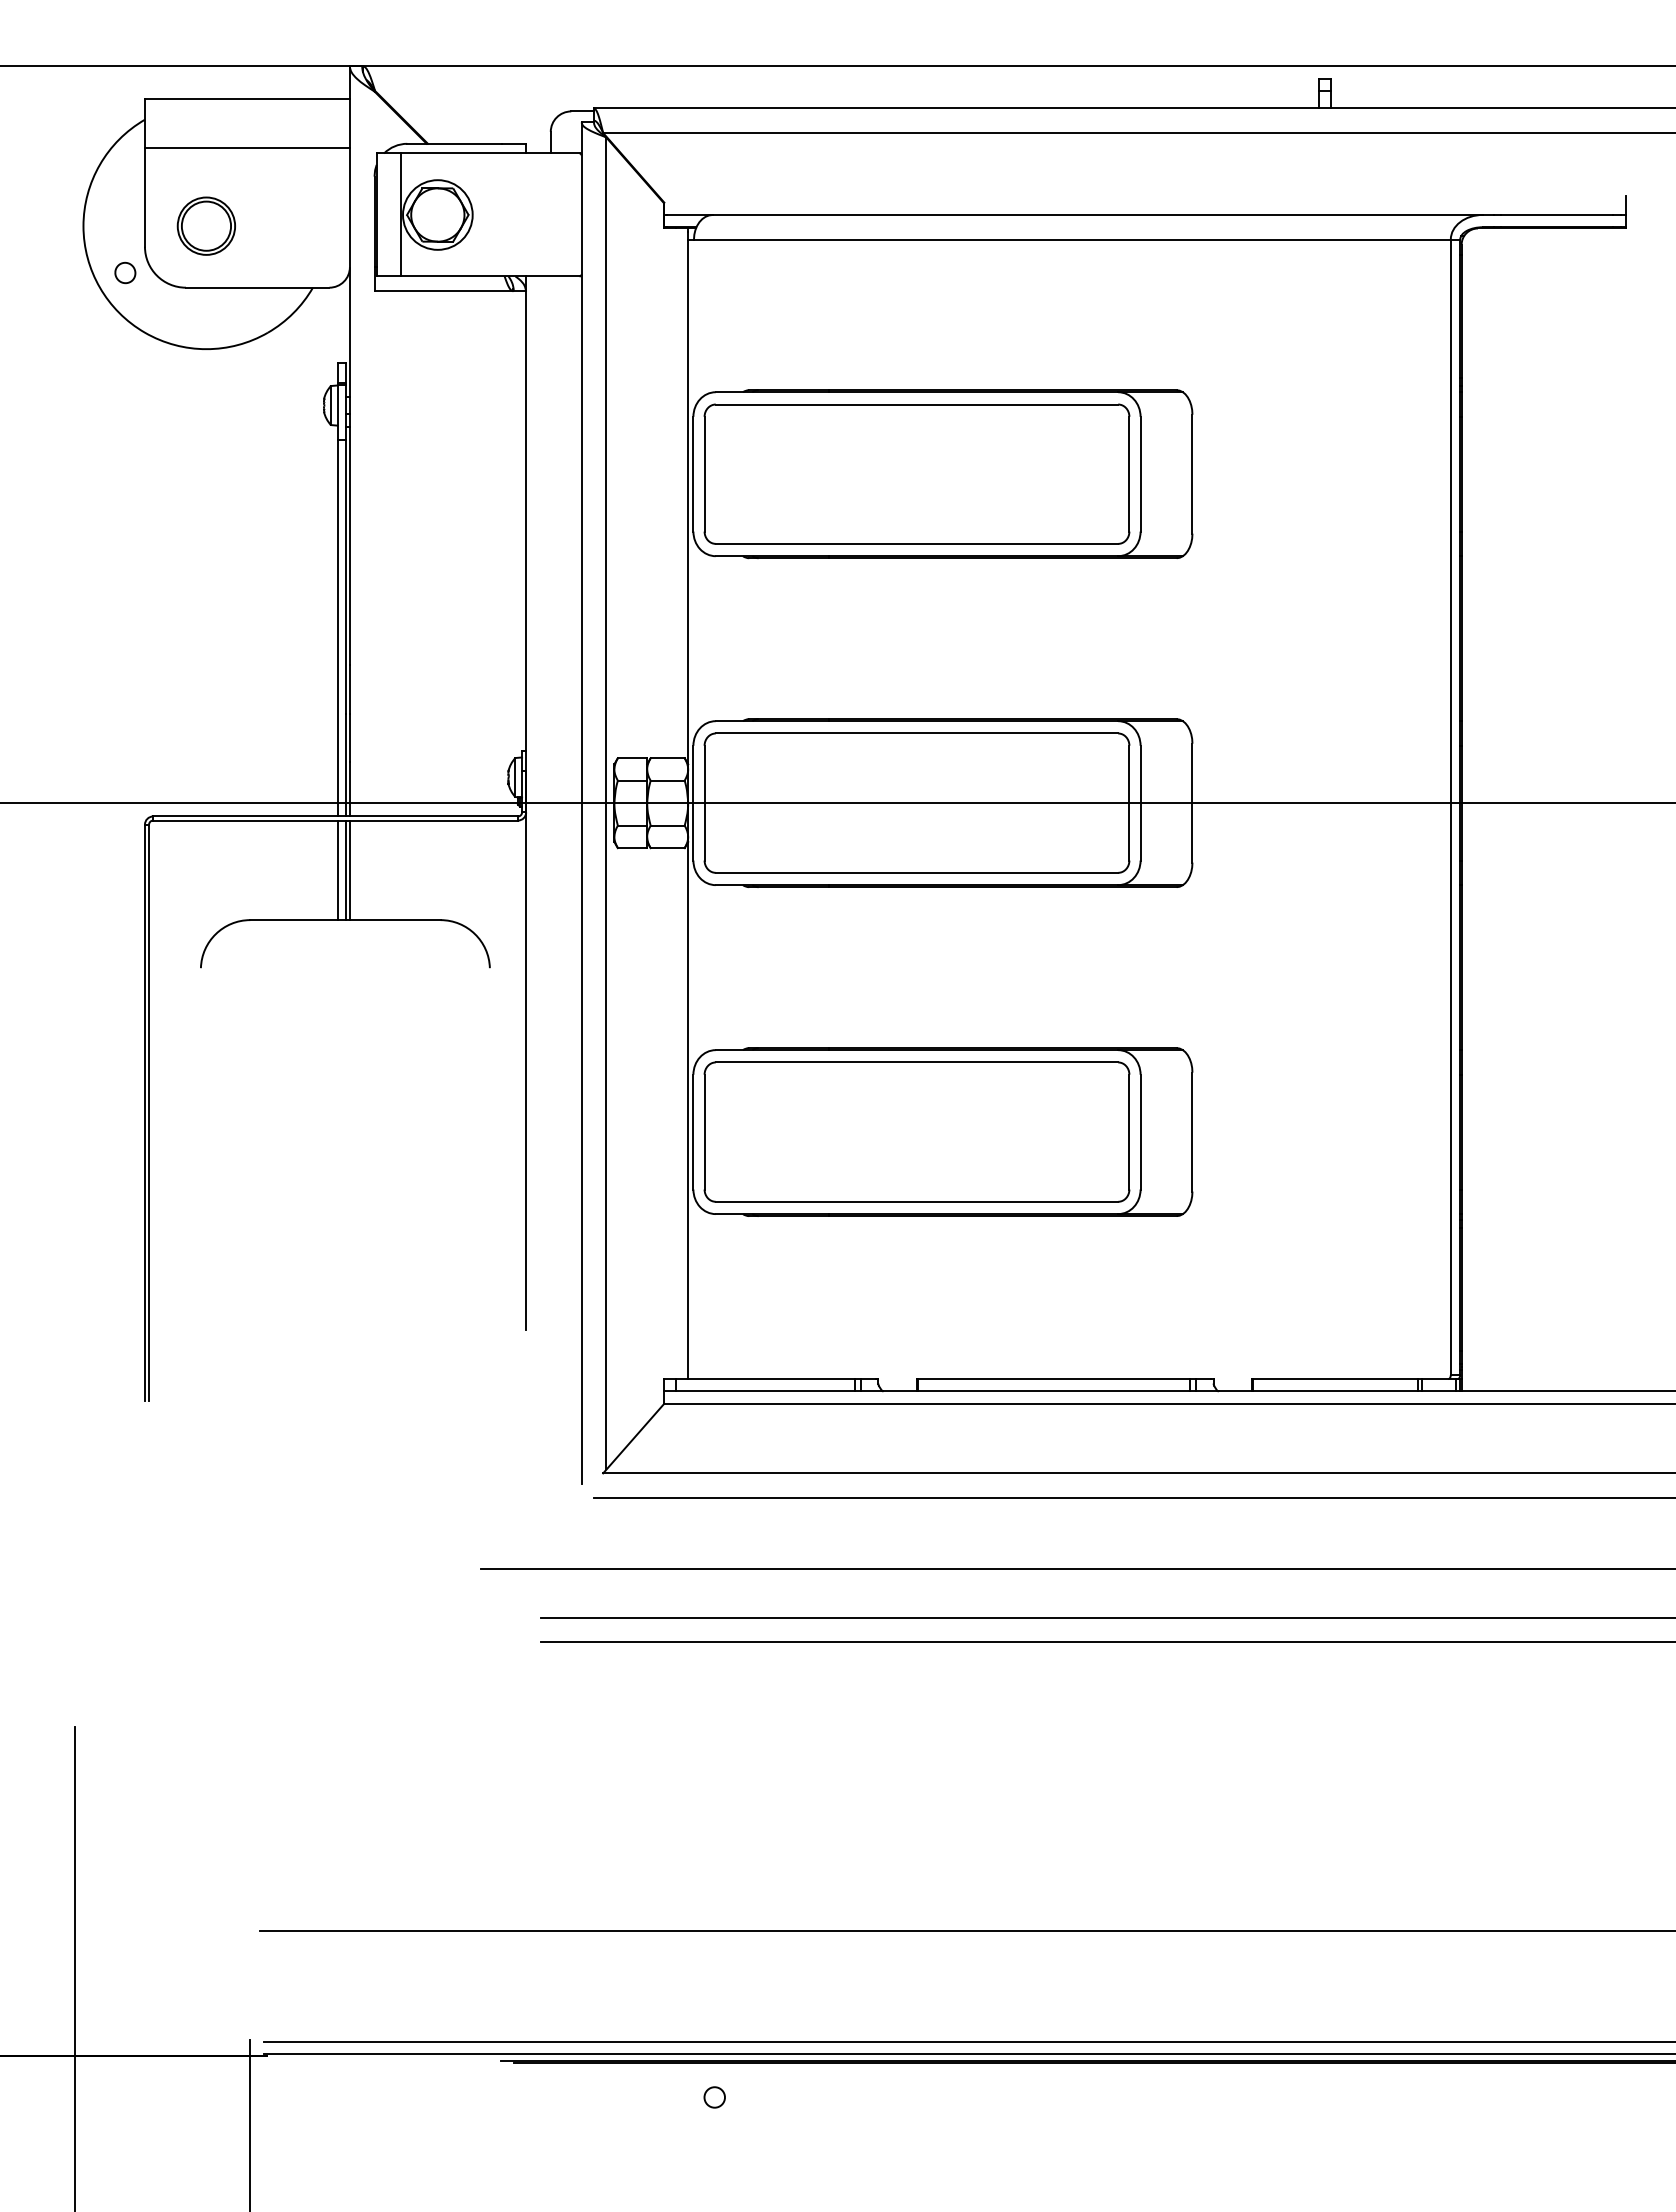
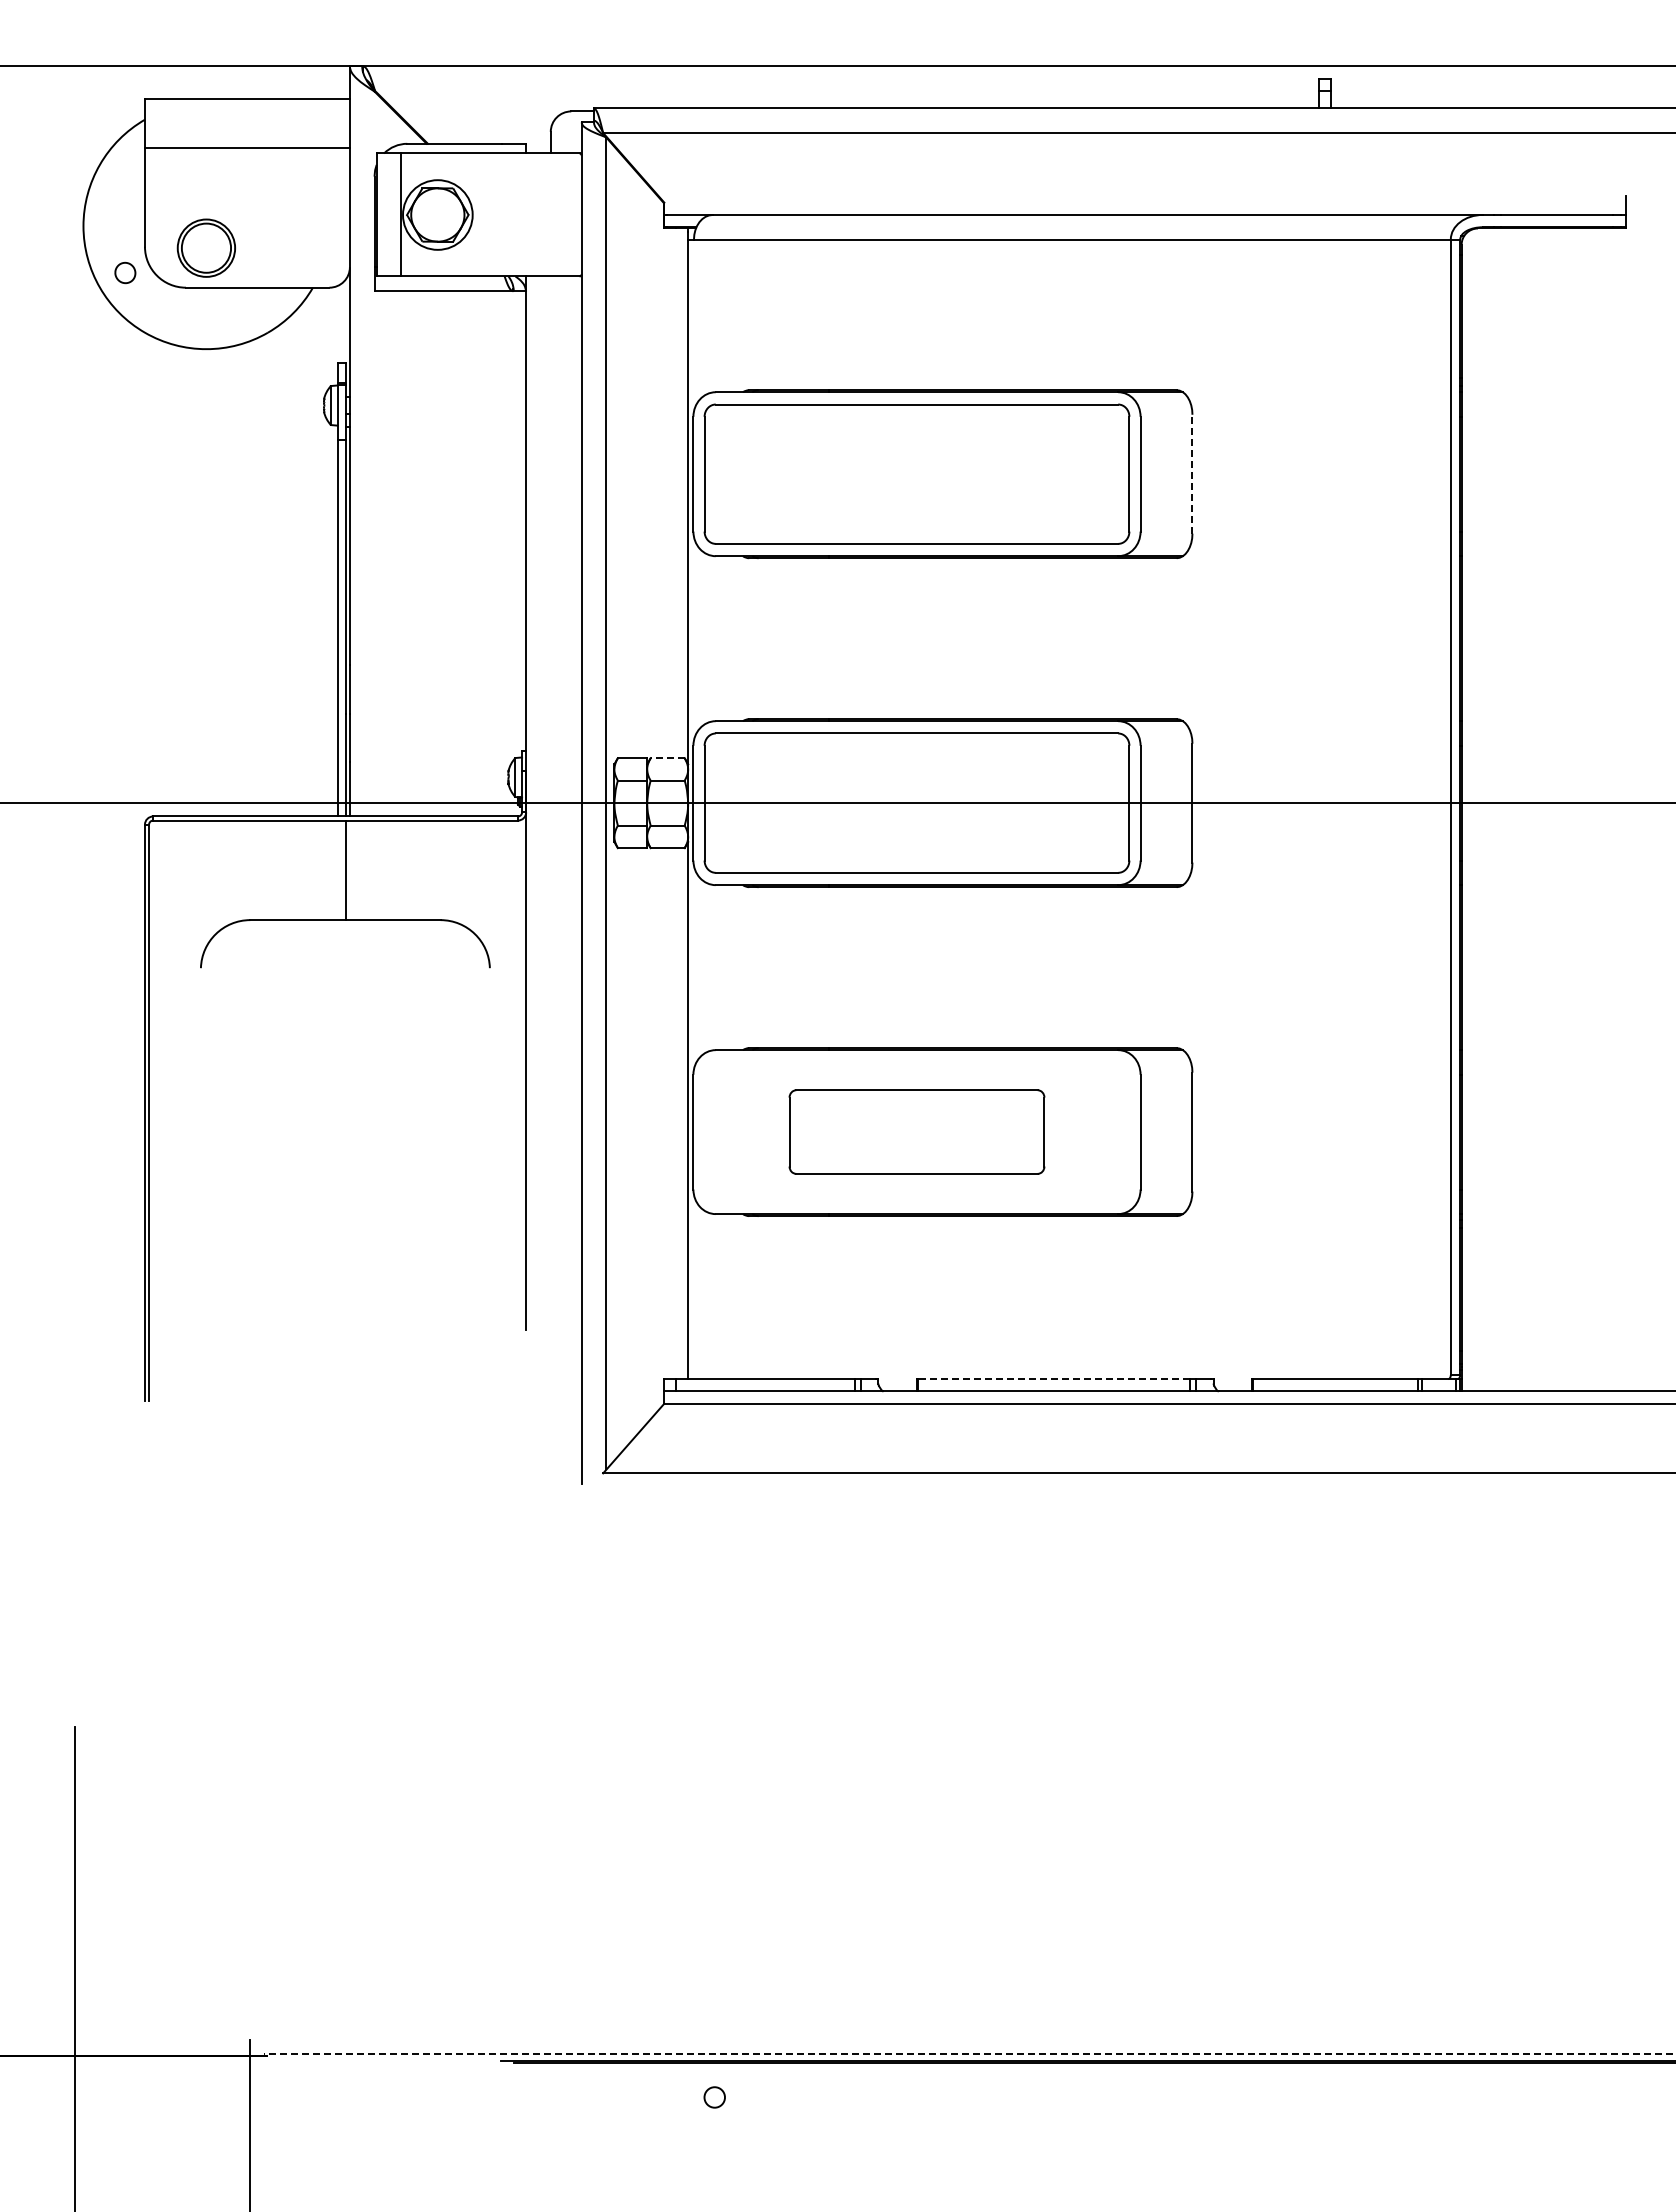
part at (205, 225) position: (205, 225) -> (205, 247)
line at (1192, 473): solid -> dashed
line at (667, 758): solid -> dashed
line at (337, 870): present -> none
line at (349, 870): present -> none
part at (916, 1131) size: 428x142 px -> 258x86 px
line at (1053, 1379): solid -> dashed
line at (1132, 1497): present -> none
line at (1076, 1568): present -> none
line at (1106, 1617): present -> none
line at (1106, 1642): present -> none
line at (965, 1931): present -> none
line at (967, 2042): present -> none
line at (969, 2054): solid -> dashed
